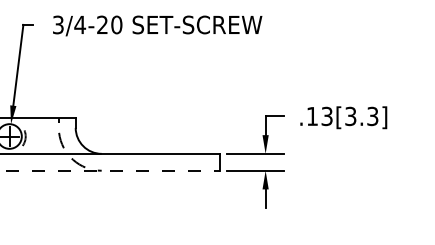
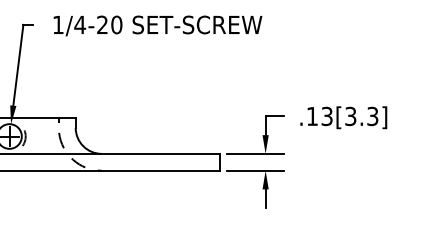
text at (58, 24): 3/4-20 -> 1/4-20
line at (110, 170): dashed -> solid
